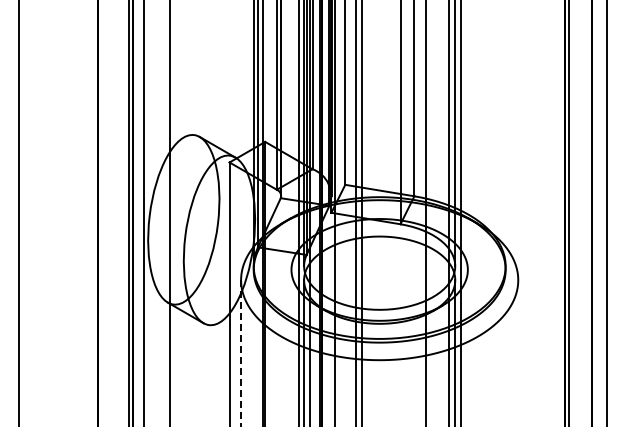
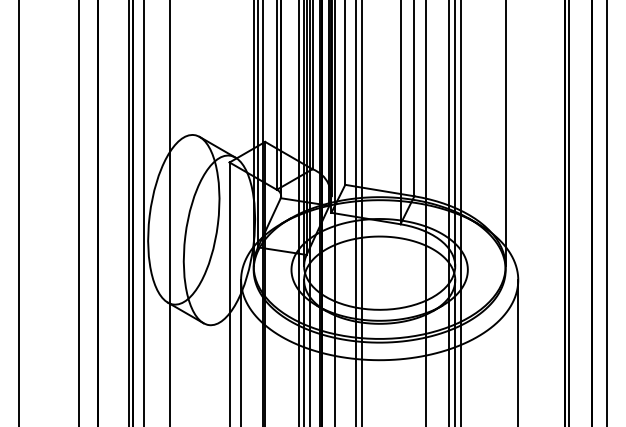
line at (505, 134): none -> present
line at (78, 212): none -> present
line at (518, 351): none -> present
line at (241, 353): dashed -> solid
